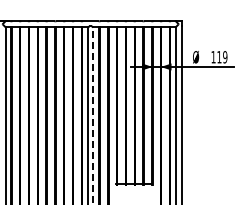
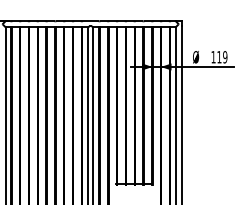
line at (93, 116): dashed -> solid
